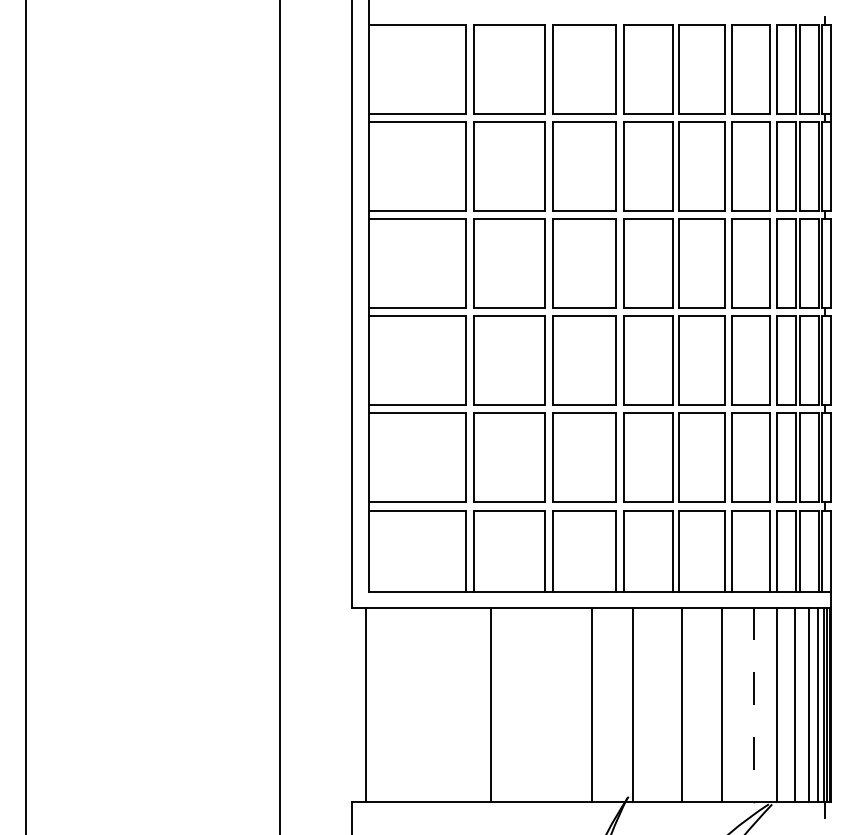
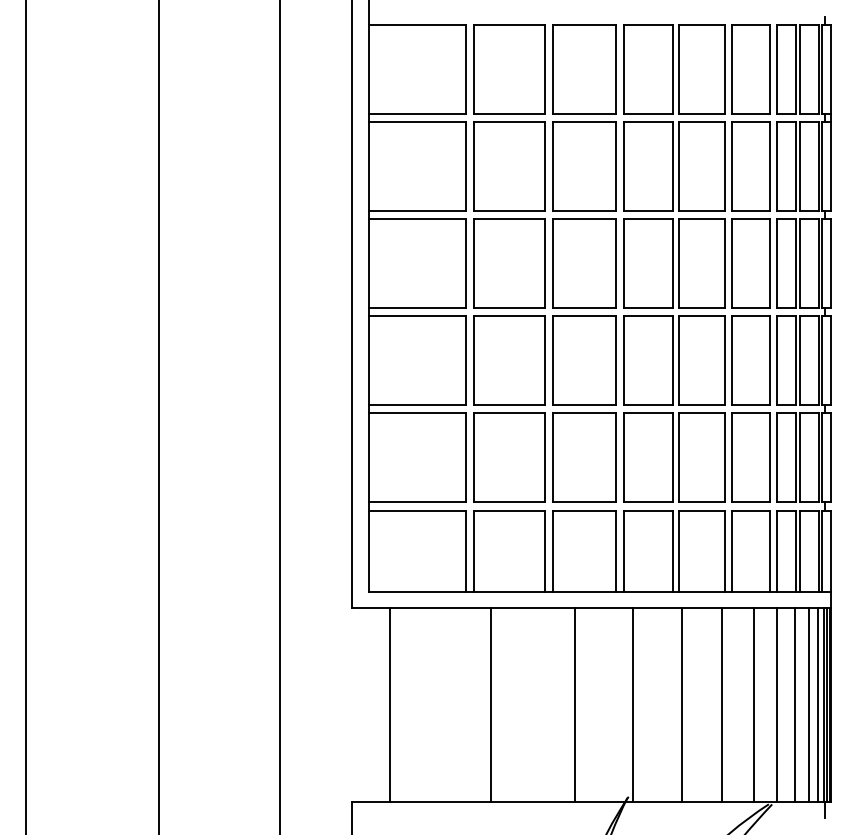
line at (158, 416): none -> present
line at (365, 704) position: (365, 704) -> (389, 704)
line at (591, 704) position: (591, 704) -> (574, 704)
line at (754, 705): dashed -> solid
